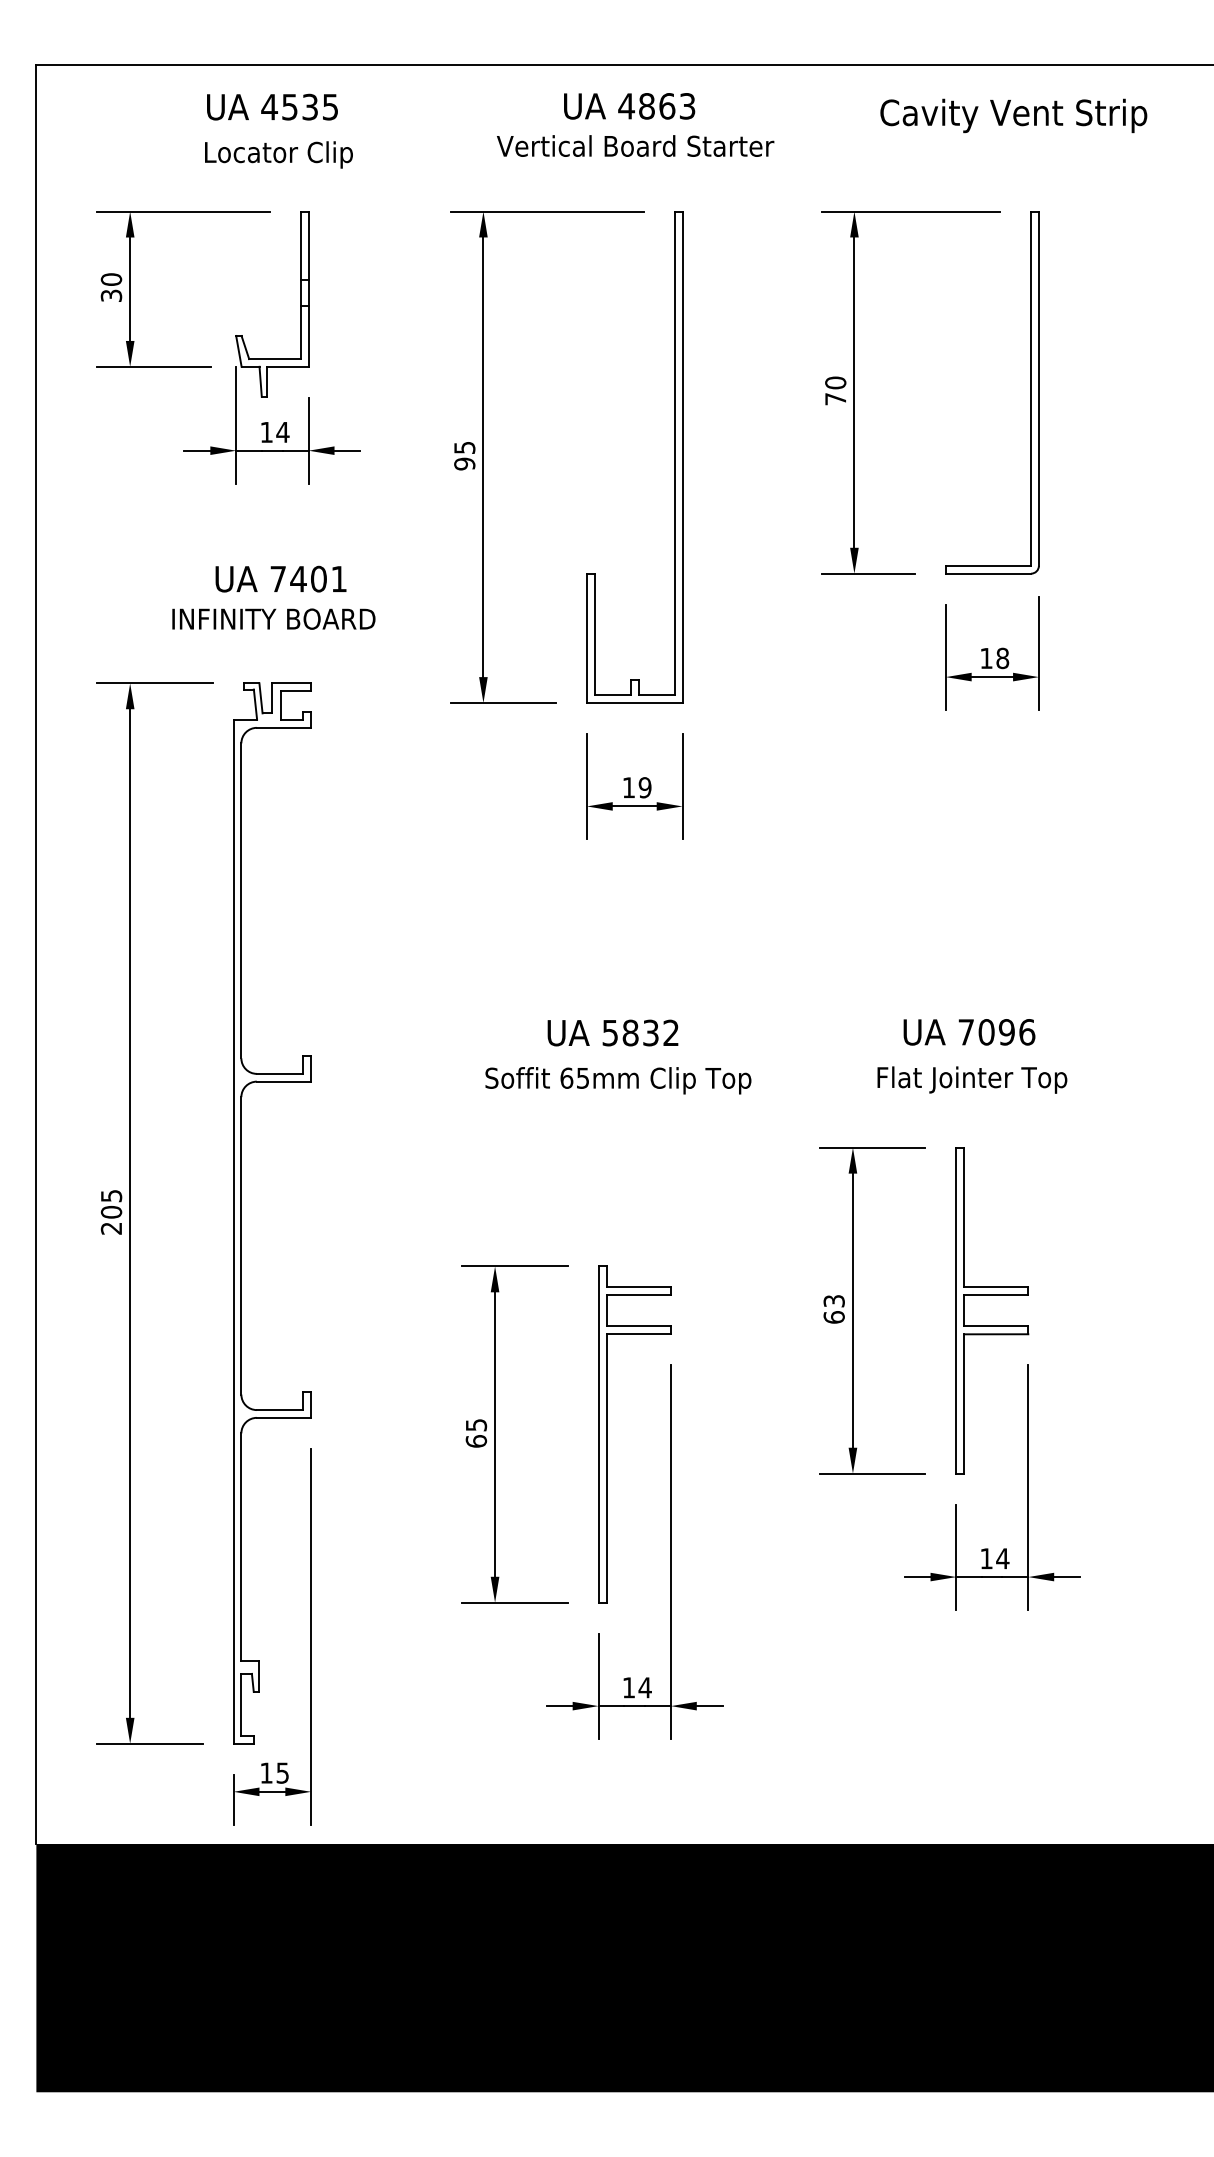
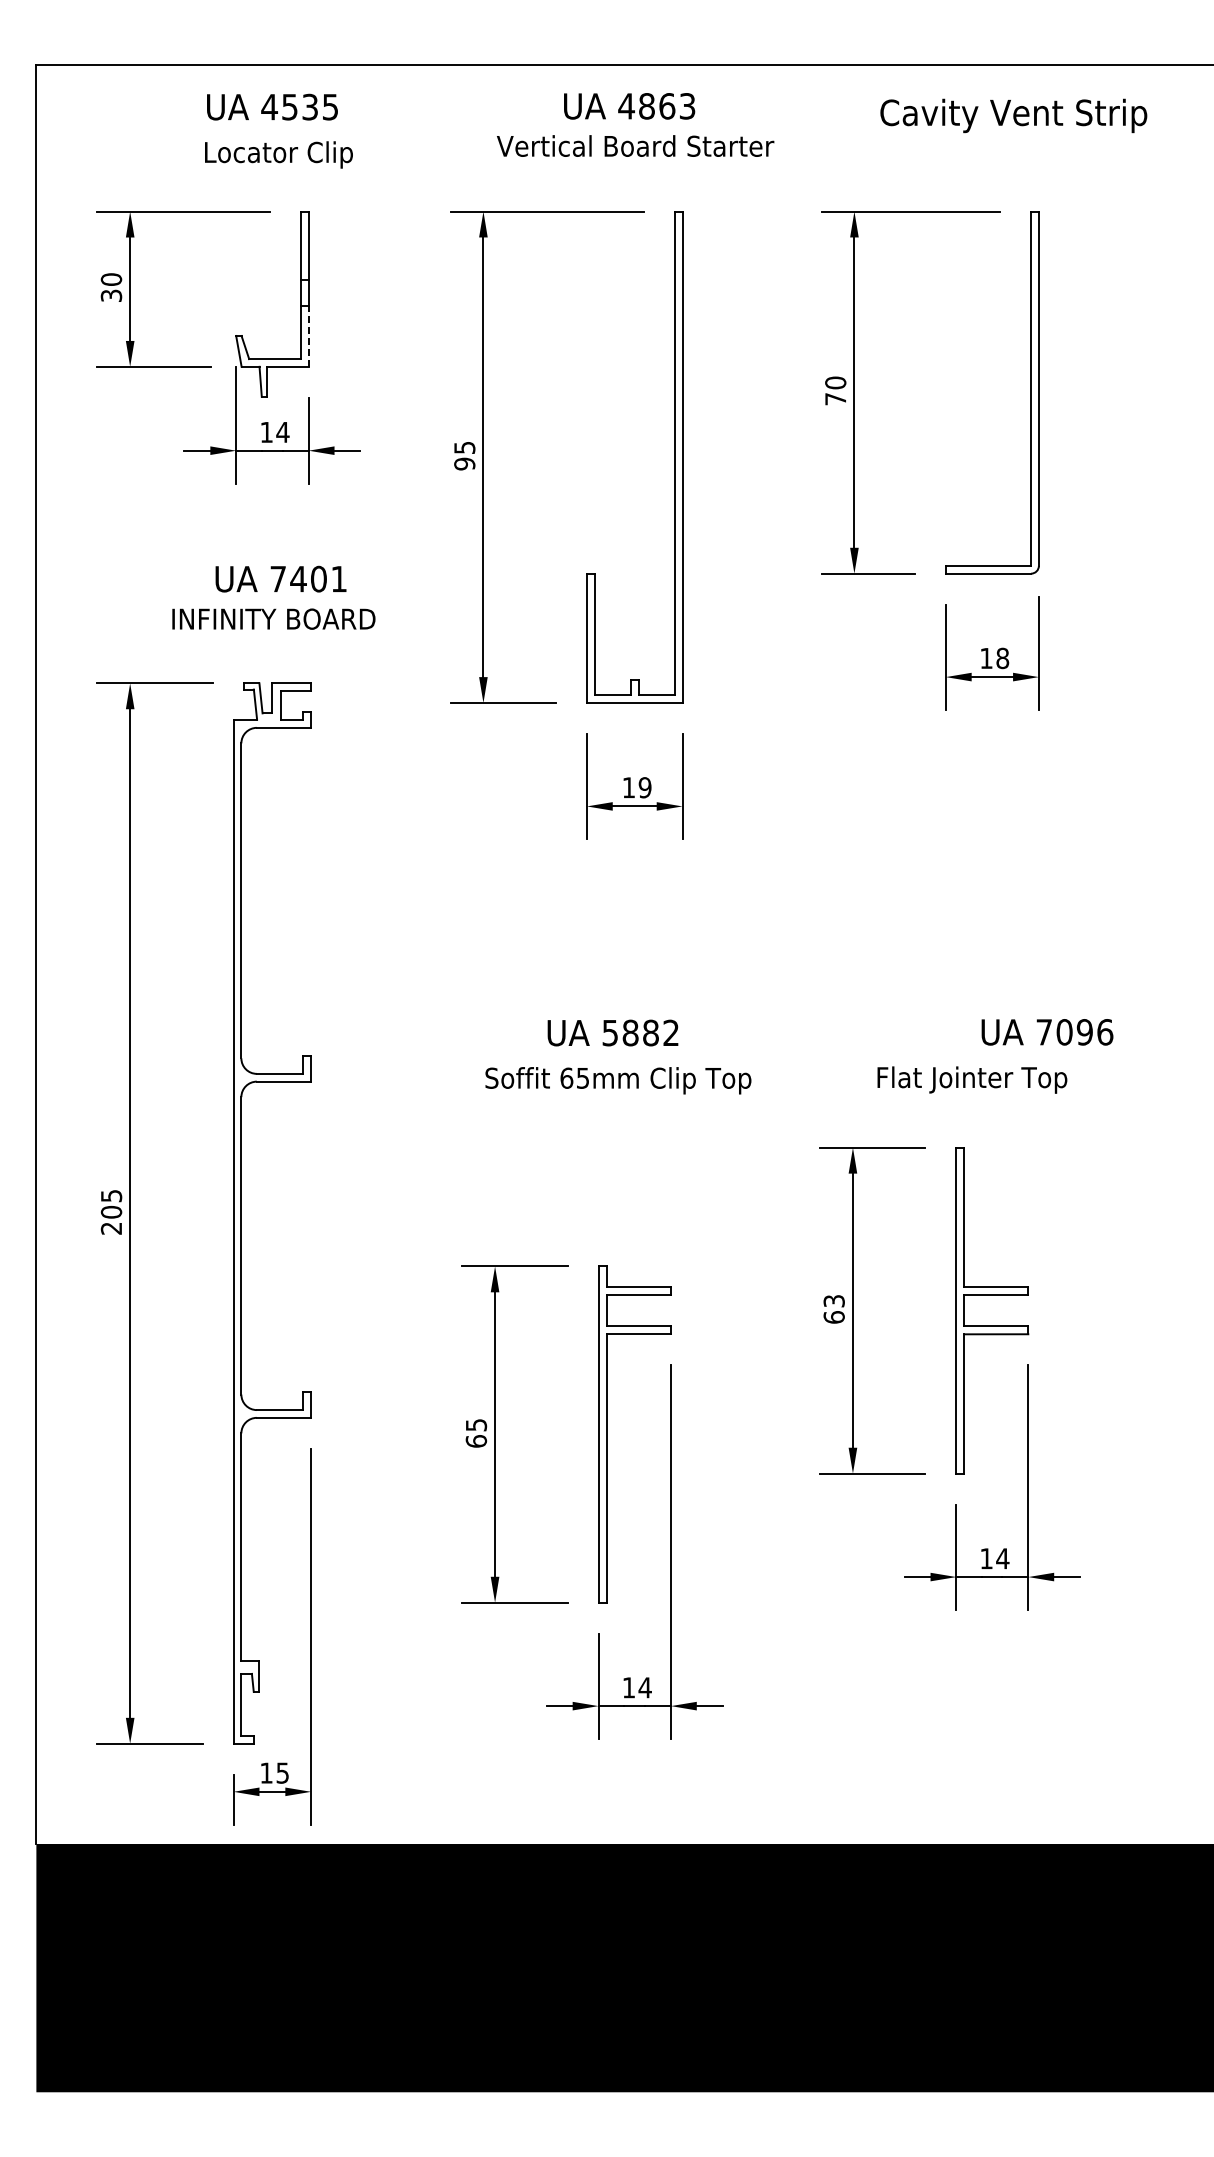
line at (308, 336): solid -> dashed
text at (650, 1032): 5832 -> 5882
text at (969, 1032) position: (969, 1032) -> (1047, 1032)
